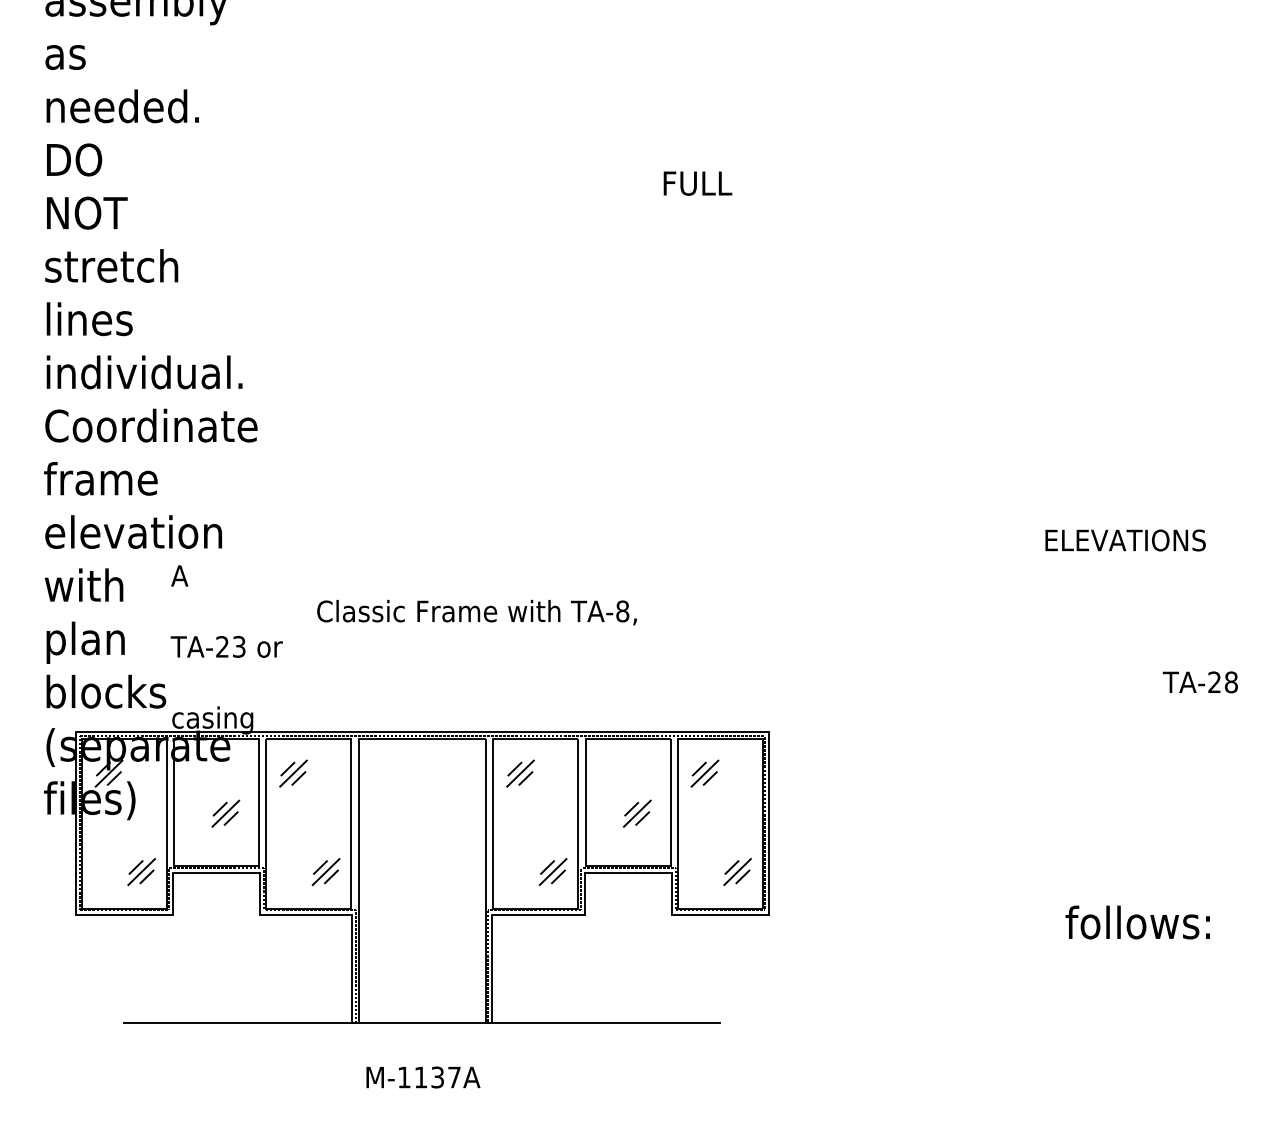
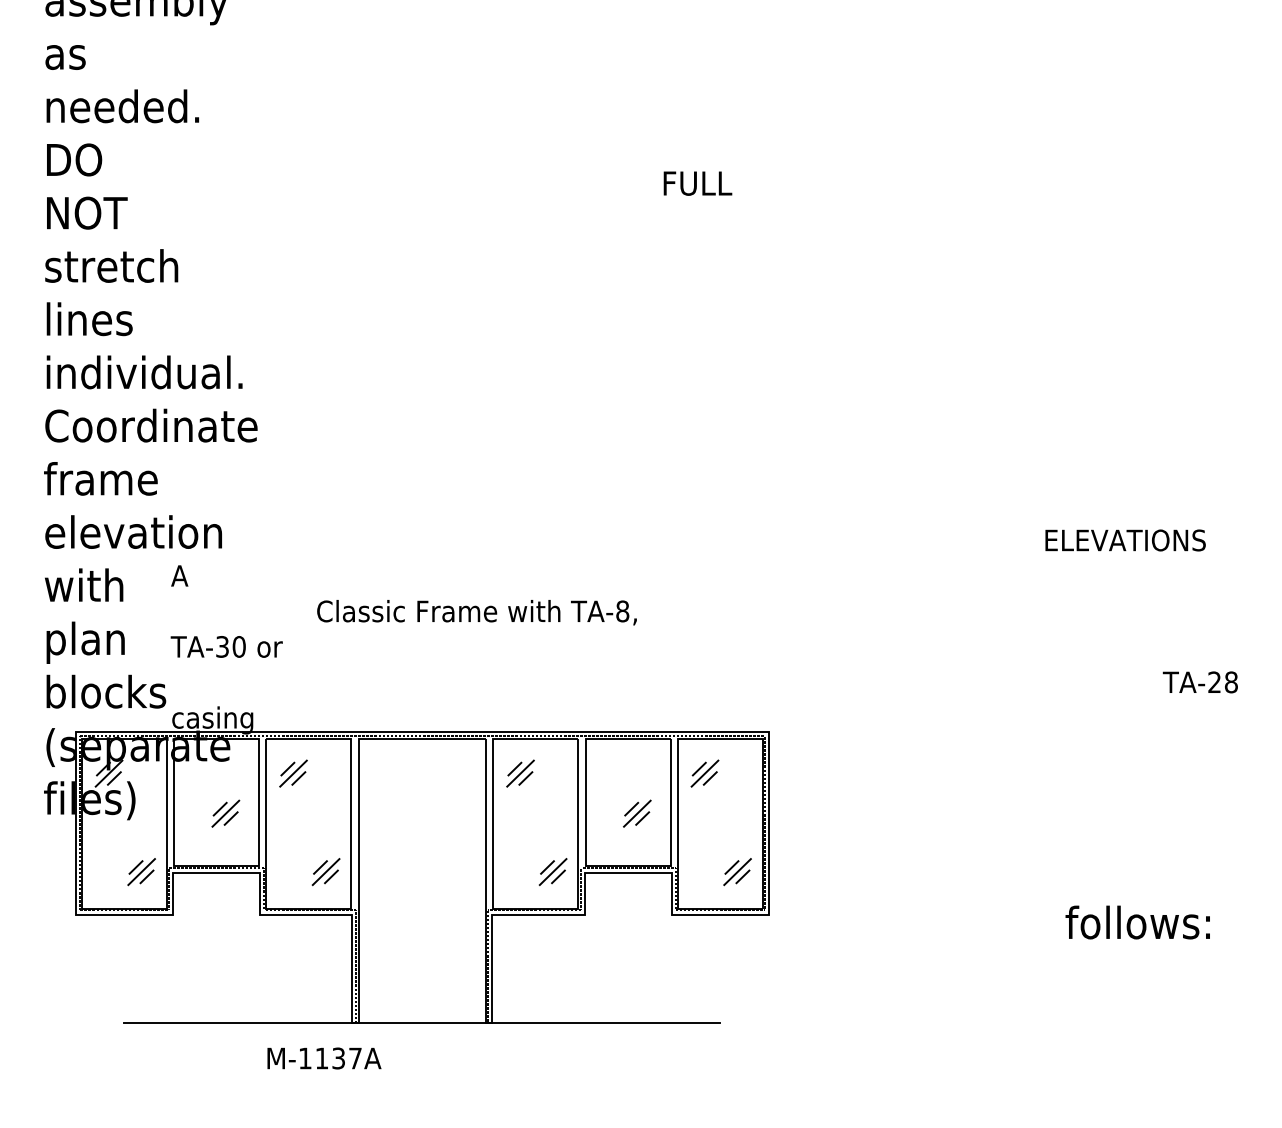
text at (230, 646): TA-23 -> TA-30
text at (423, 1077) position: (423, 1077) -> (324, 1058)
